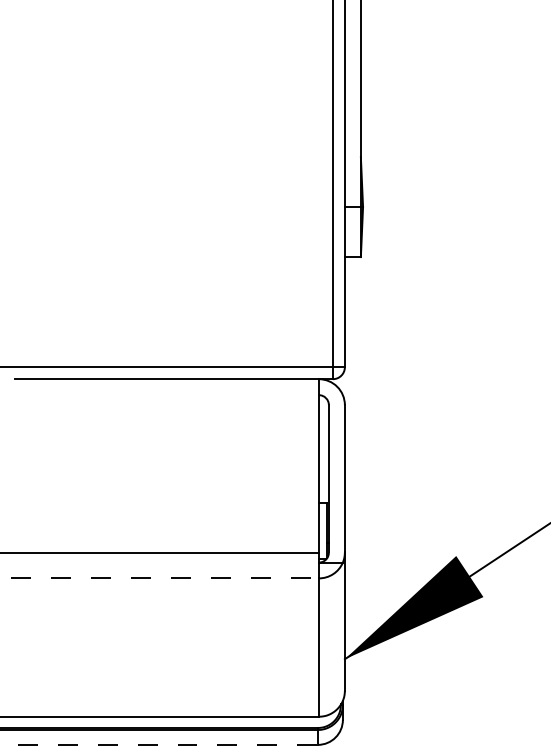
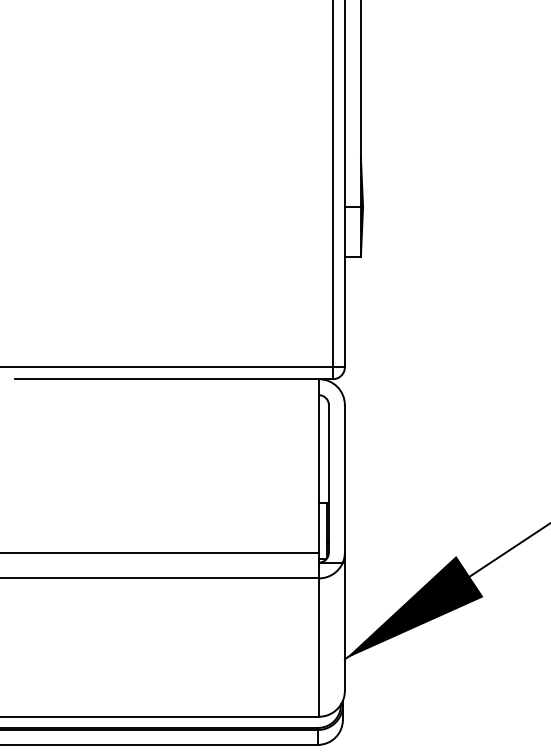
line at (159, 578): dashed -> solid
line at (159, 744): dashed -> solid
